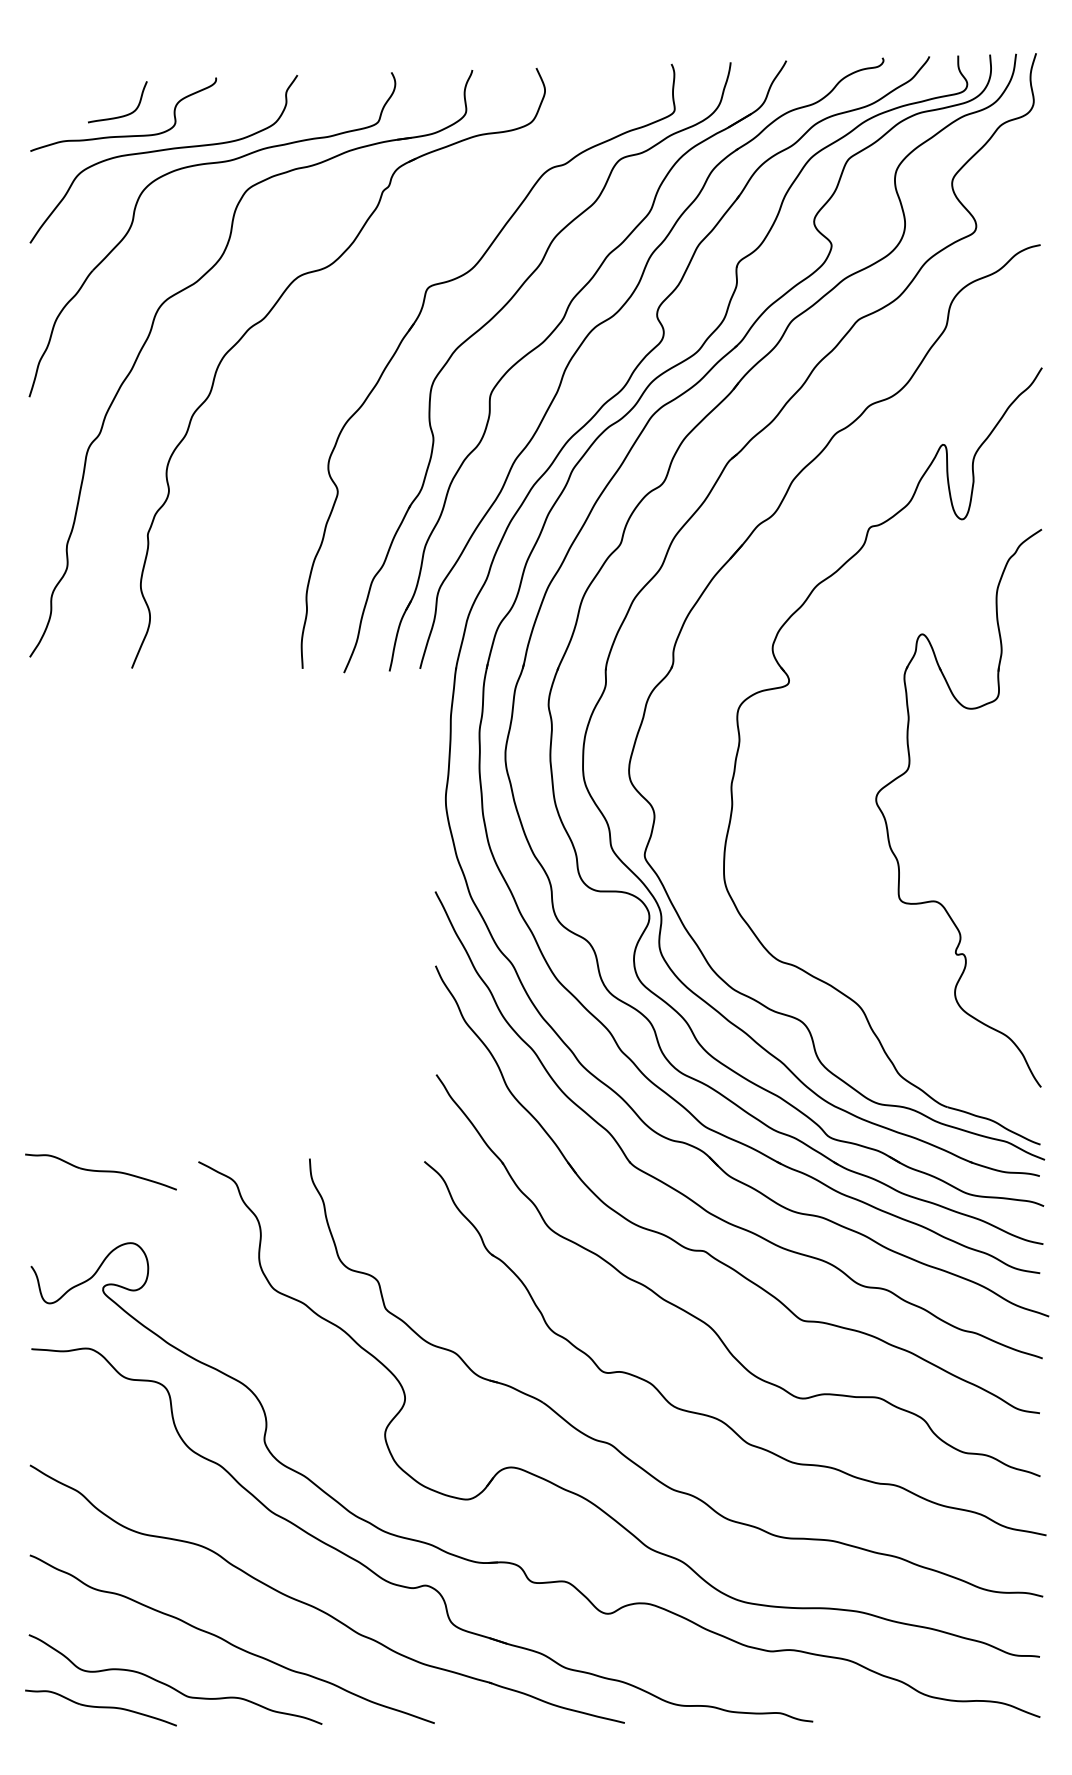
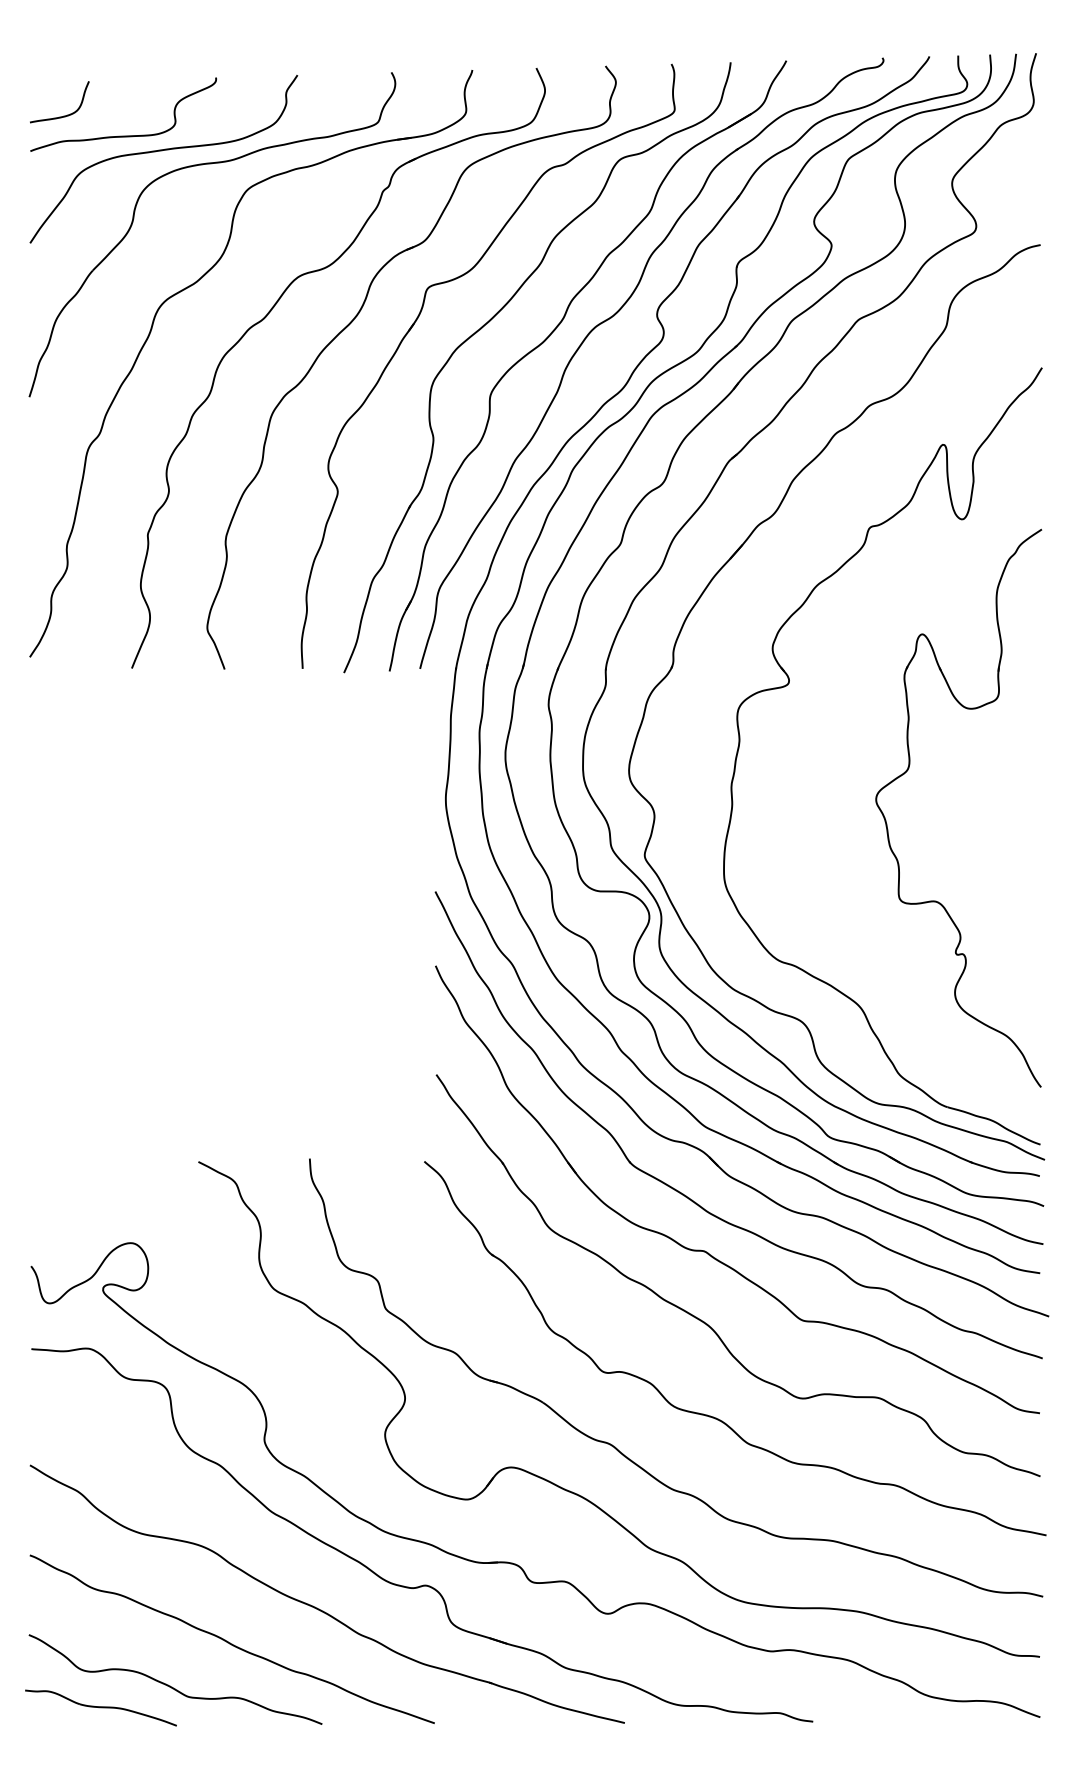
curve at (121, 115) position: (121, 115) -> (63, 115)
part at (353, 321): none -> present
part at (100, 1171): present -> none
